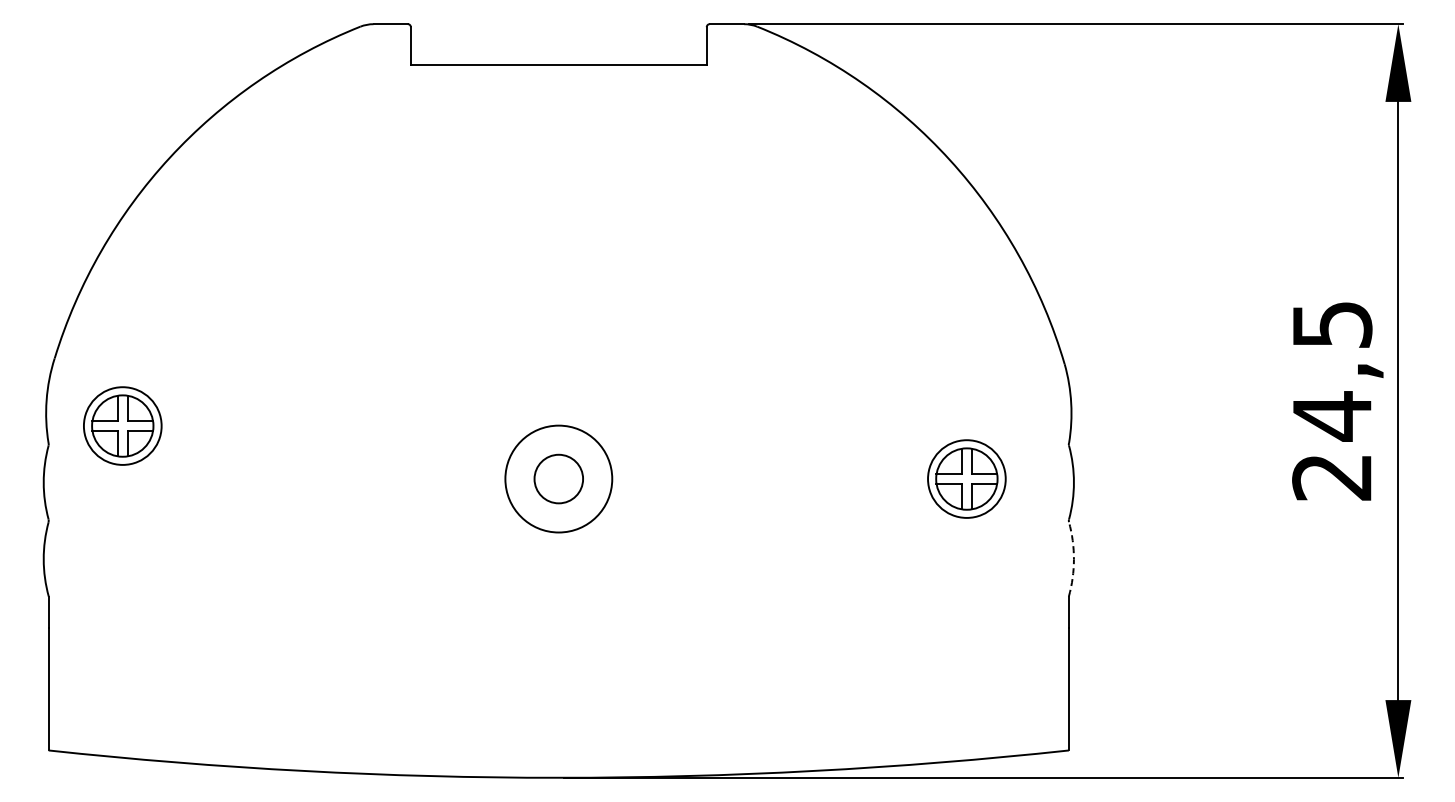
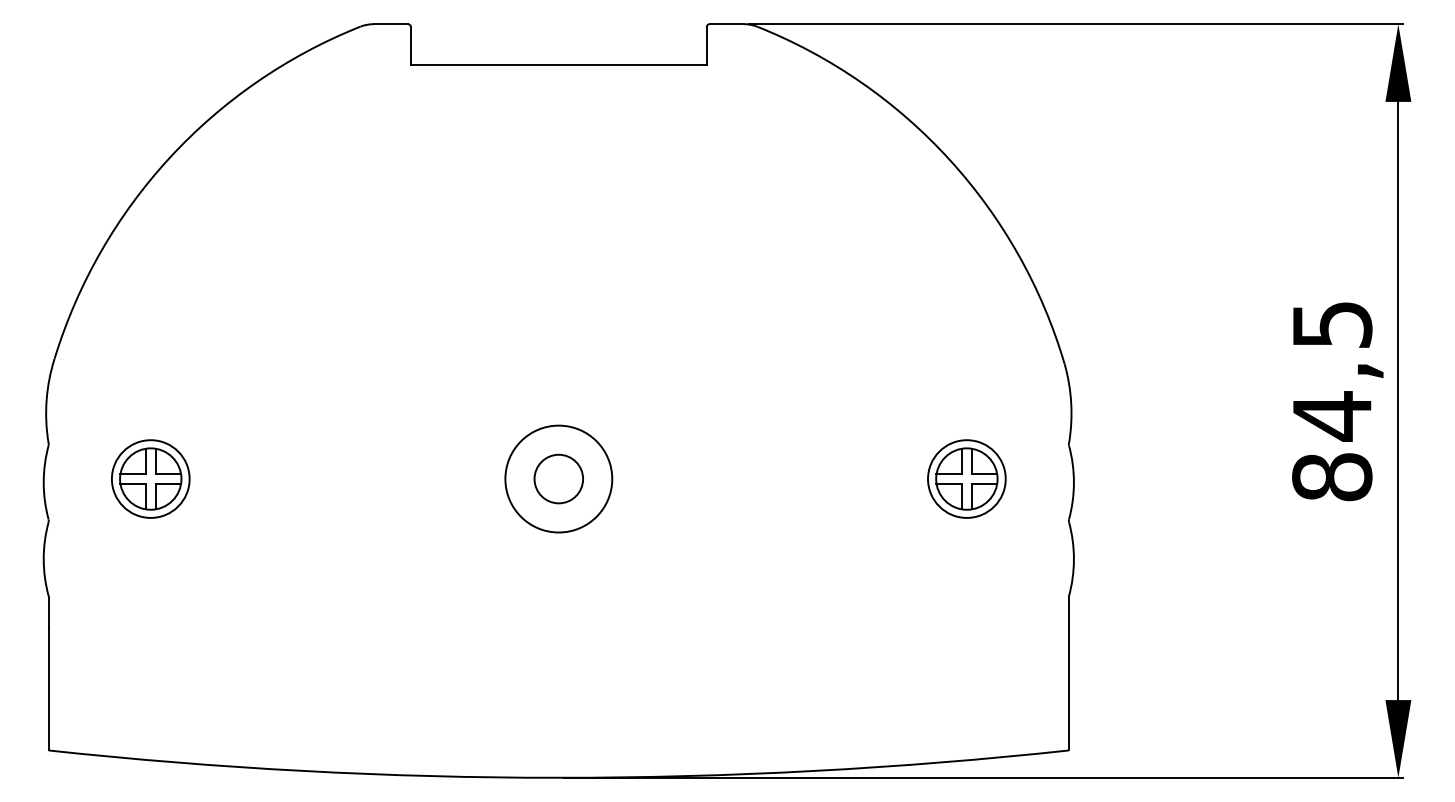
part at (122, 425) position: (122, 425) -> (150, 478)
text at (1332, 477): 24,5 -> 84,5
arc at (1073, 559): dashed -> solid
